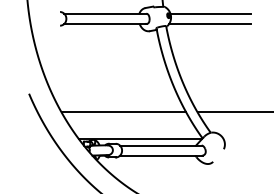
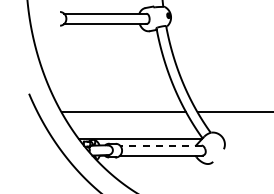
line at (210, 13): present -> none
line at (210, 23): present -> none
line at (160, 145): solid -> dashed
